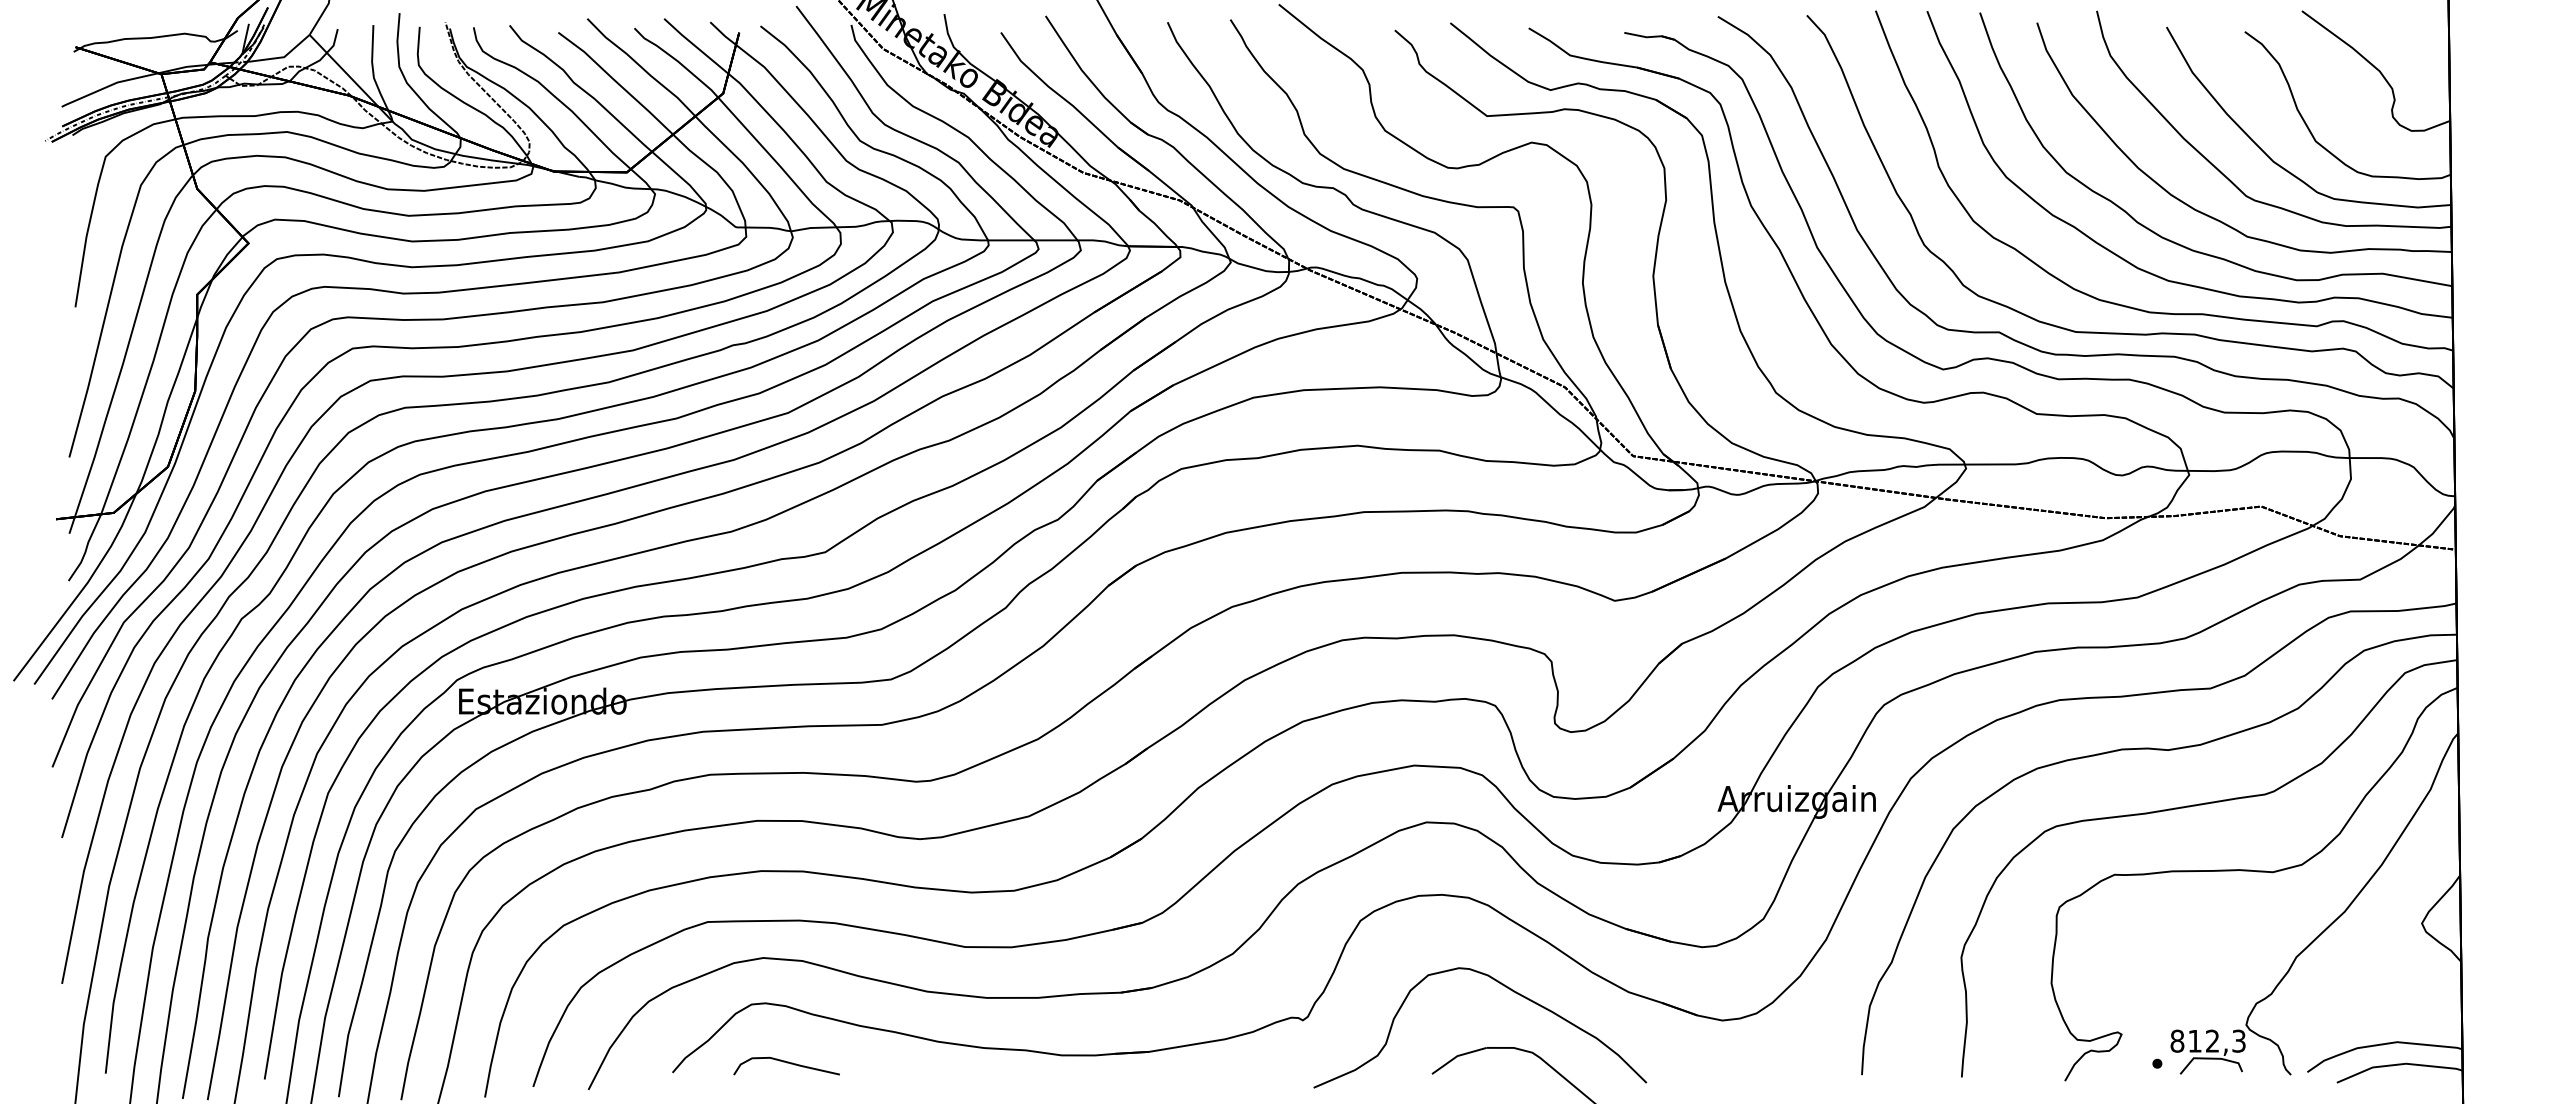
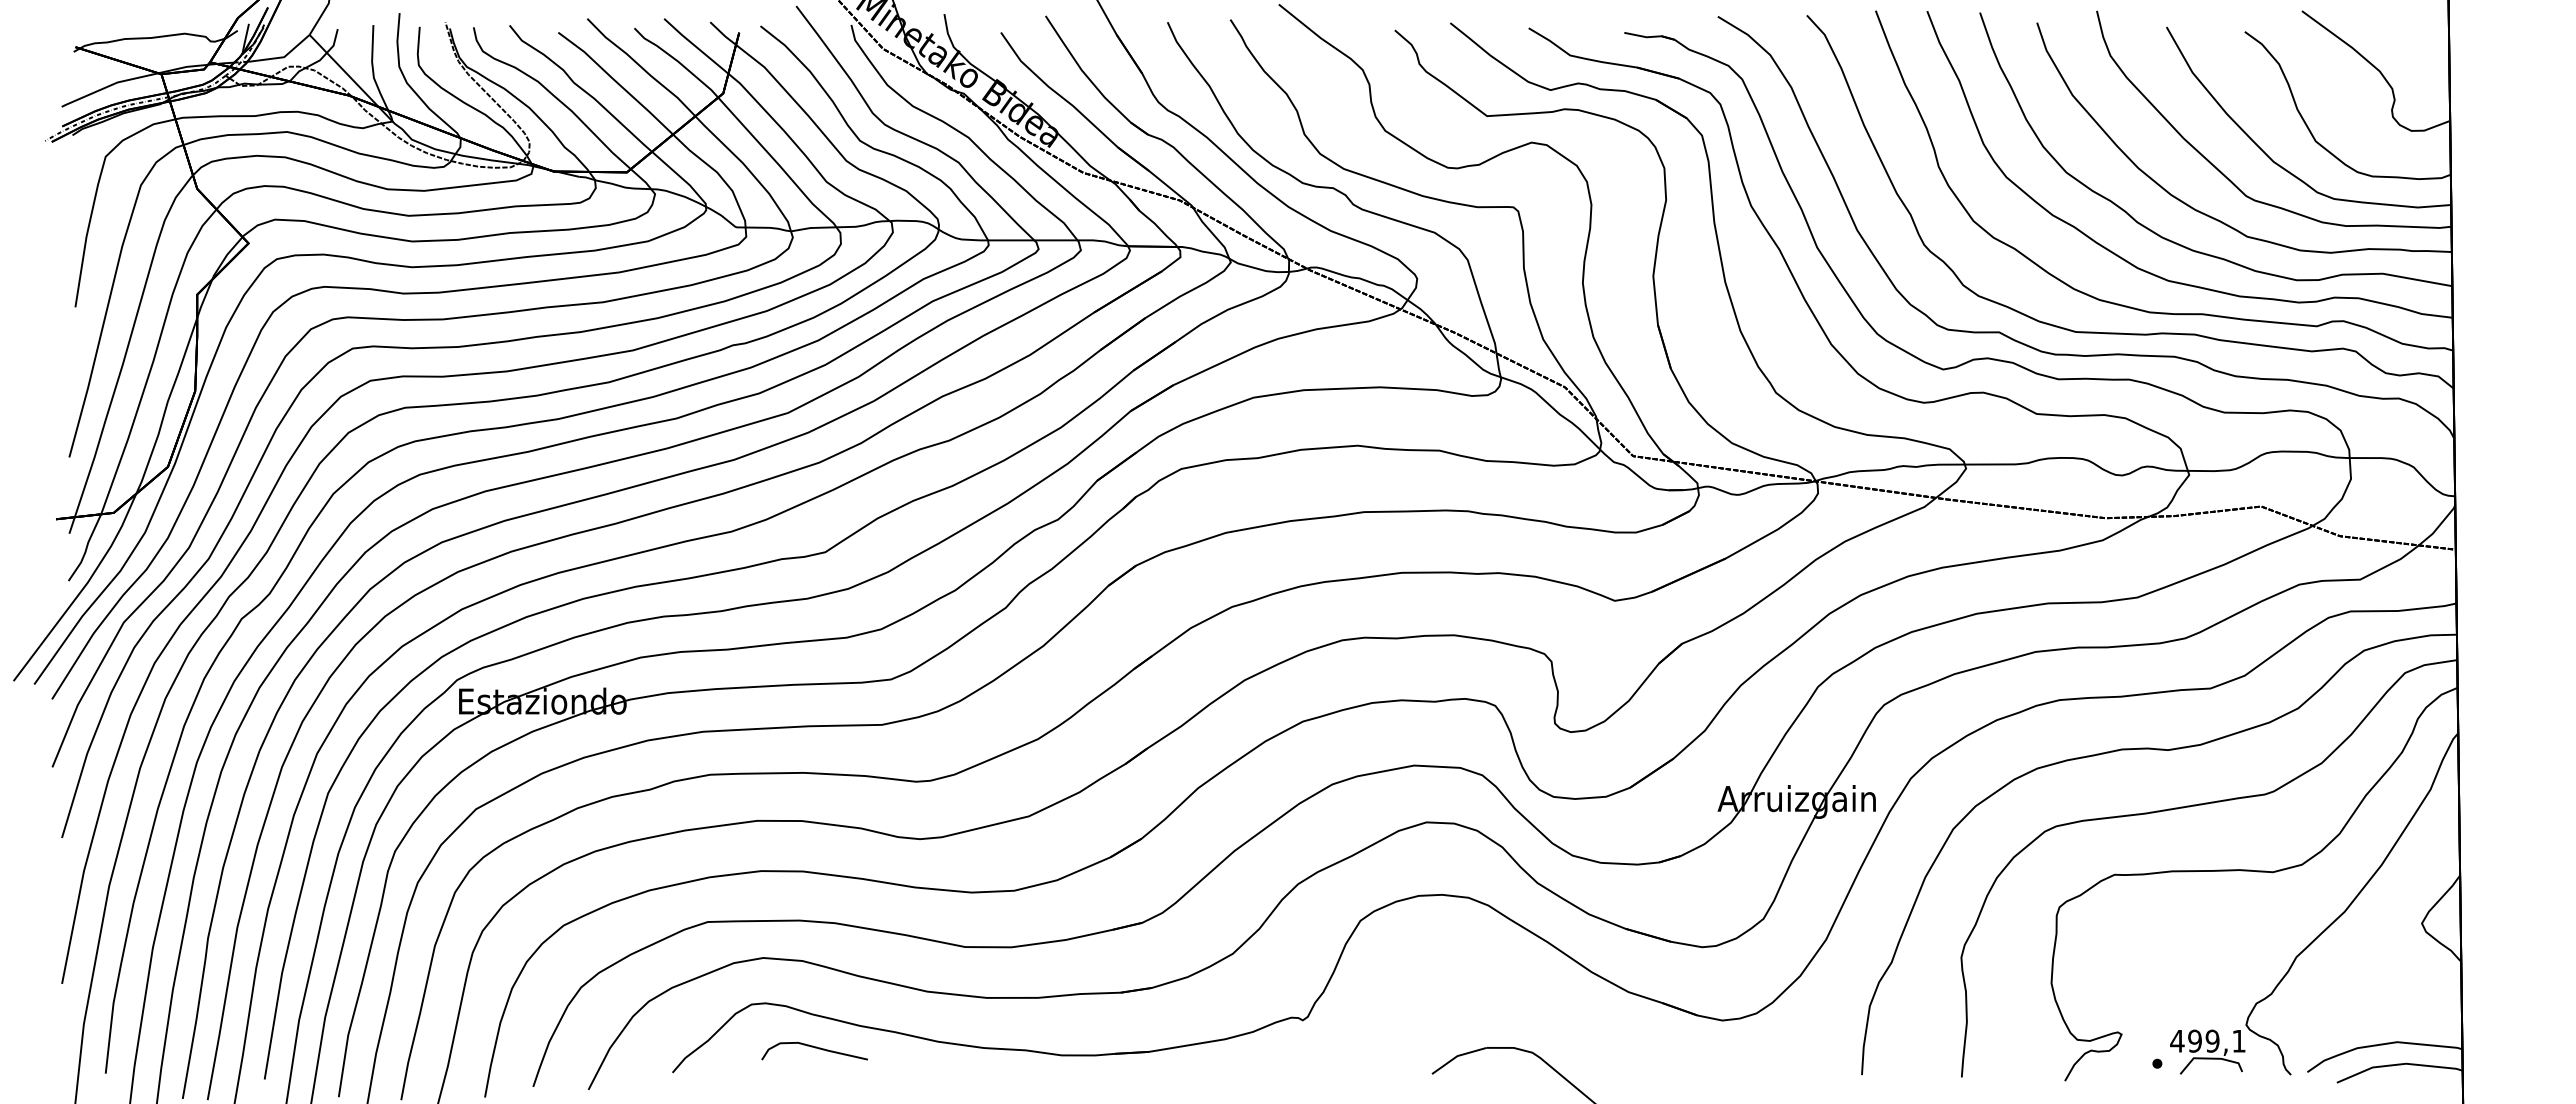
curve at (1505, 987): present -> none
text at (2207, 1040): 812,3 -> 499,1
curve at (787, 1063) position: (787, 1063) -> (815, 1048)
